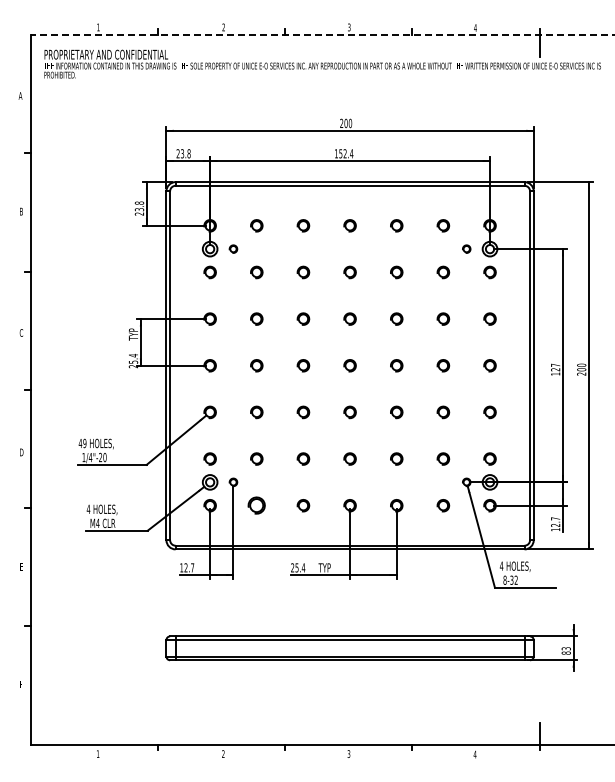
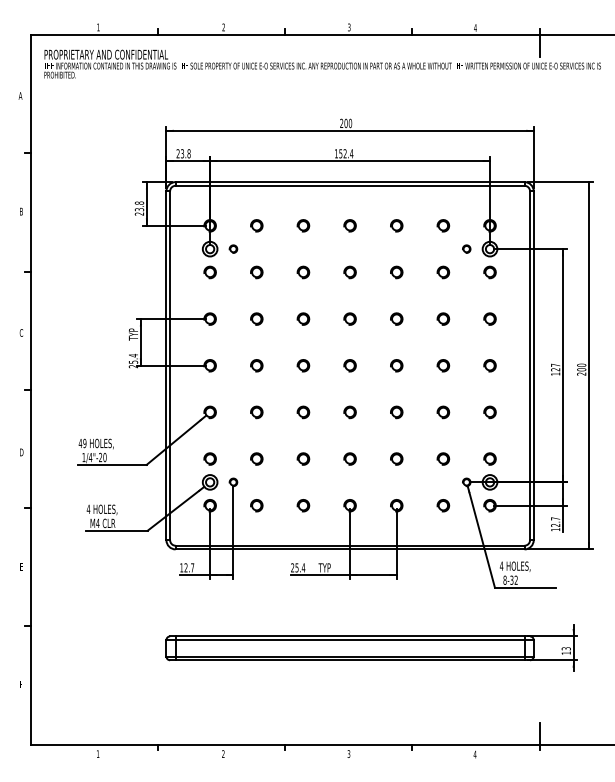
line at (322, 34): dashed -> solid
part at (256, 505) size: 19x19 px -> 14x14 px
text at (565, 652): 83 -> 13
